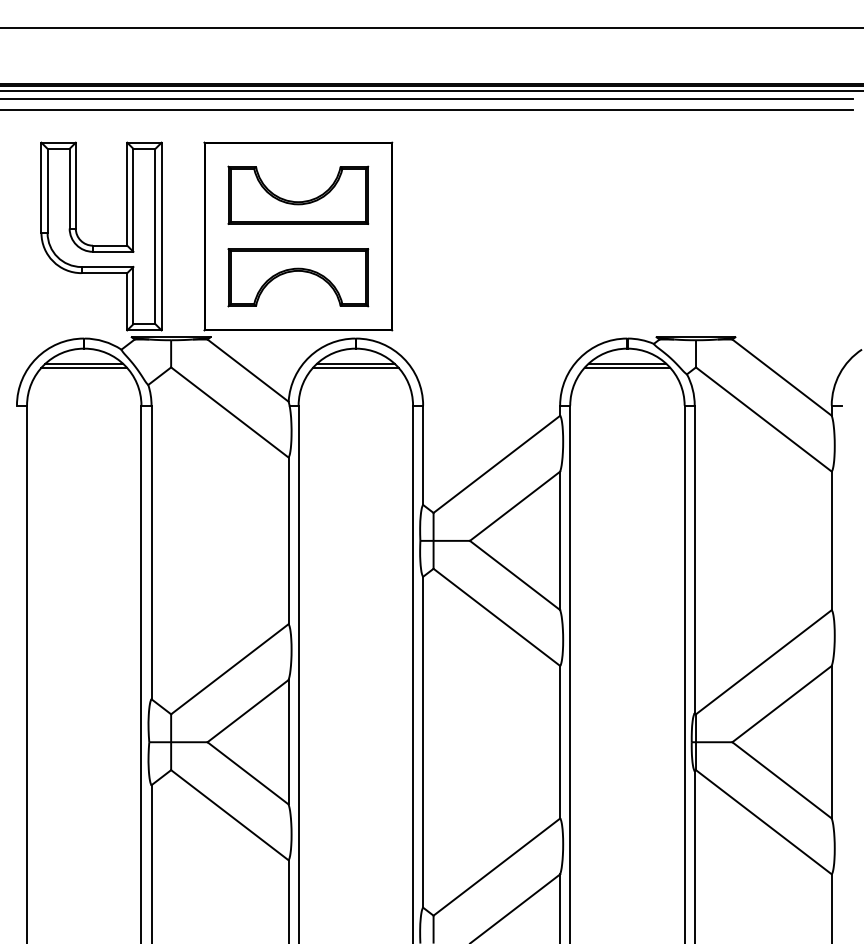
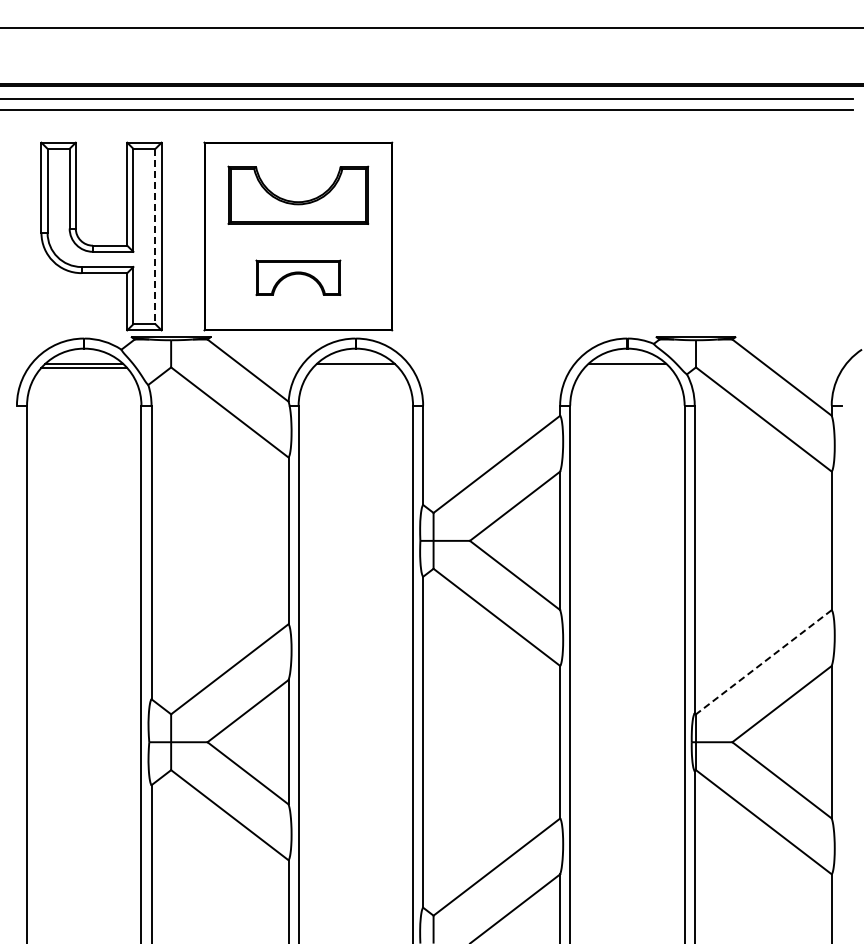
line at (431, 91): present -> none
line at (155, 236): solid -> dashed
part at (298, 277) size: 143x60 px -> 87x37 px
line at (355, 367): present -> none
line at (627, 367): present -> none
line at (763, 662): solid -> dashed
